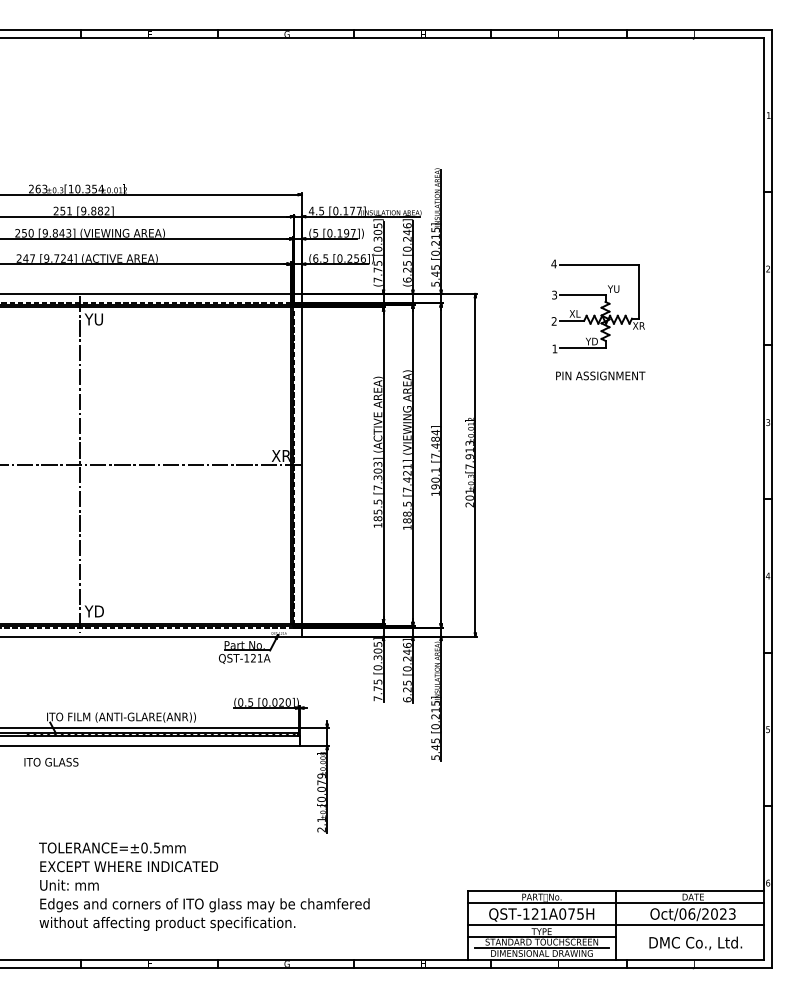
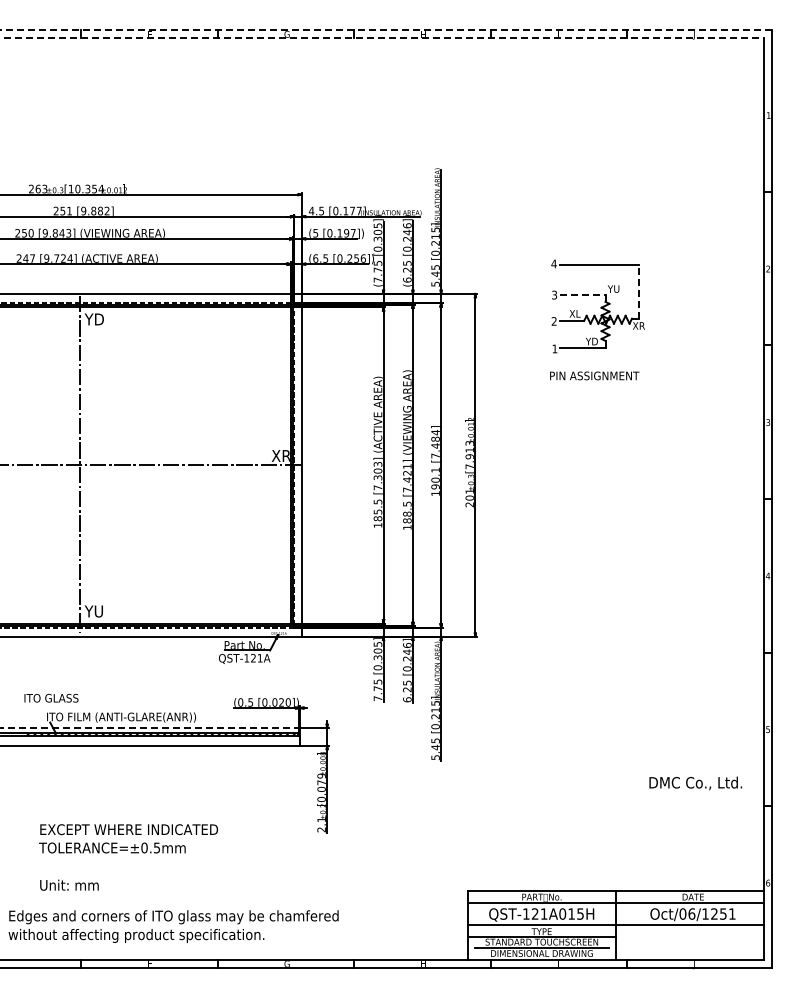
line at (386, 29): solid -> dashed
line at (382, 38): solid -> dashed
line at (639, 291): solid -> dashed
line at (582, 295): solid -> dashed
text at (98, 319): YU -> YD
text at (600, 375) position: (600, 375) -> (594, 375)
text at (98, 611): YD -> YU
line at (150, 727): solid -> dashed
text at (51, 762) position: (51, 762) -> (51, 698)
text at (128, 866) position: (128, 866) -> (128, 829)
text at (571, 913): QST-121A075H -> QST-121A015H
text at (718, 913): Oct/06/2023 -> Oct/06/1251
text at (204, 914) position: (204, 914) -> (173, 926)
text at (695, 943) position: (695, 943) -> (695, 783)
